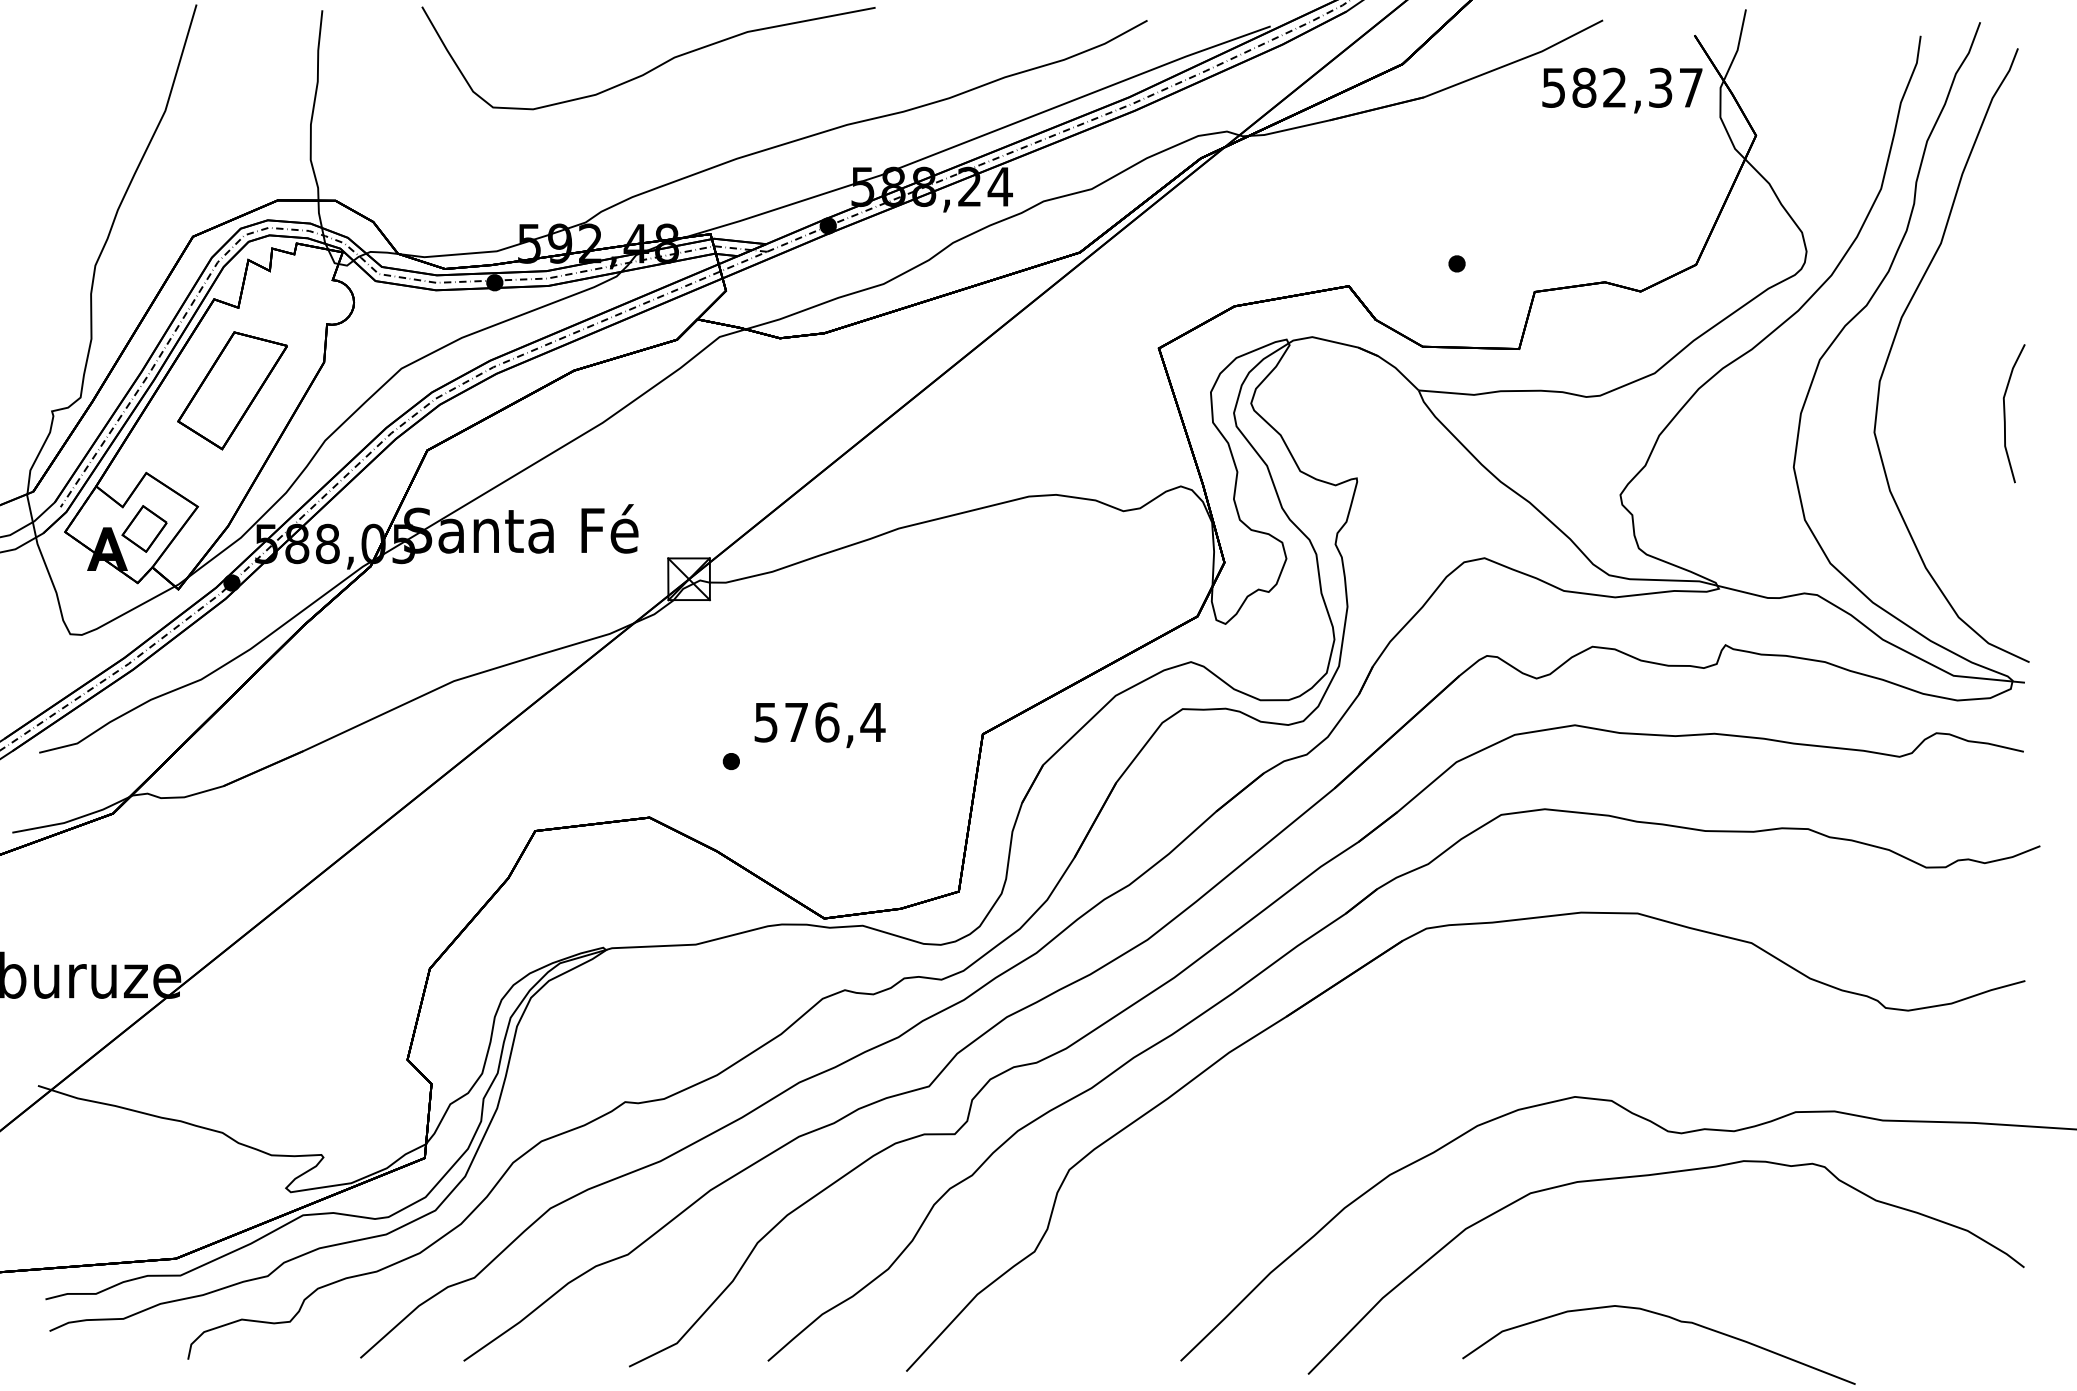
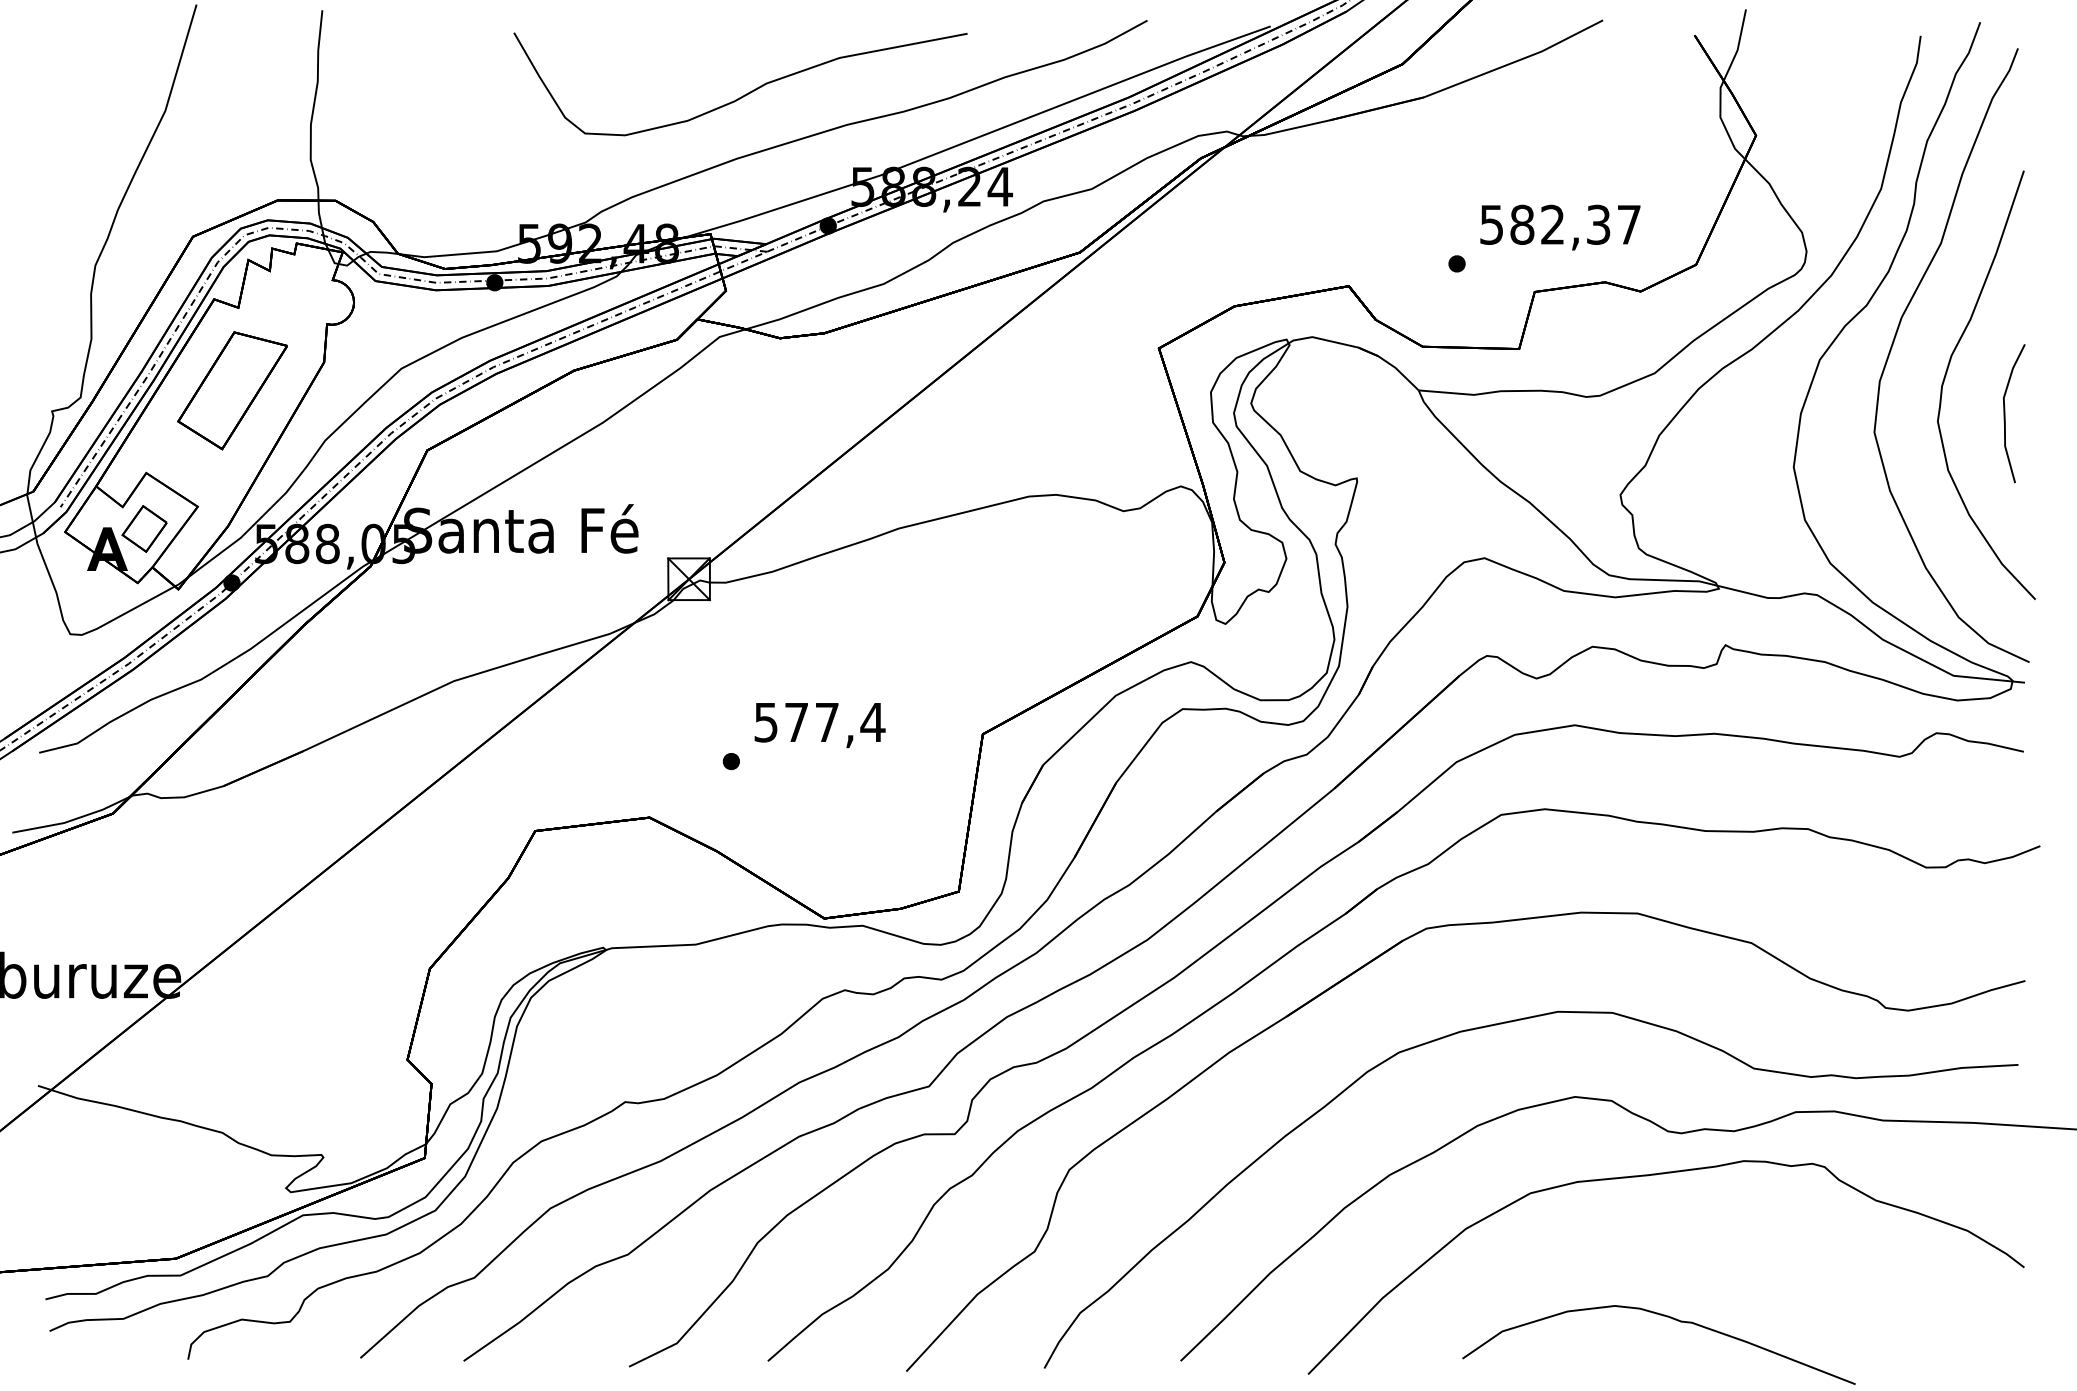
curve at (652, 68) position: (652, 68) -> (744, 94)
text at (1622, 90) position: (1622, 90) -> (1560, 227)
curve at (1947, 372): none -> present
text at (827, 722): 576,4 -> 577,4
curve at (1497, 1025): none -> present
